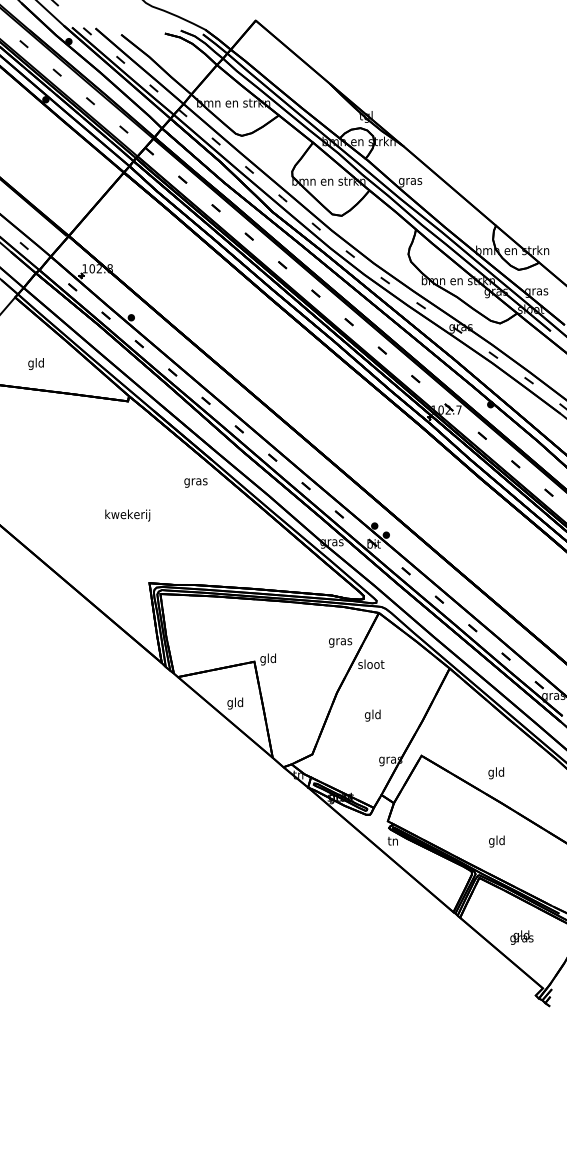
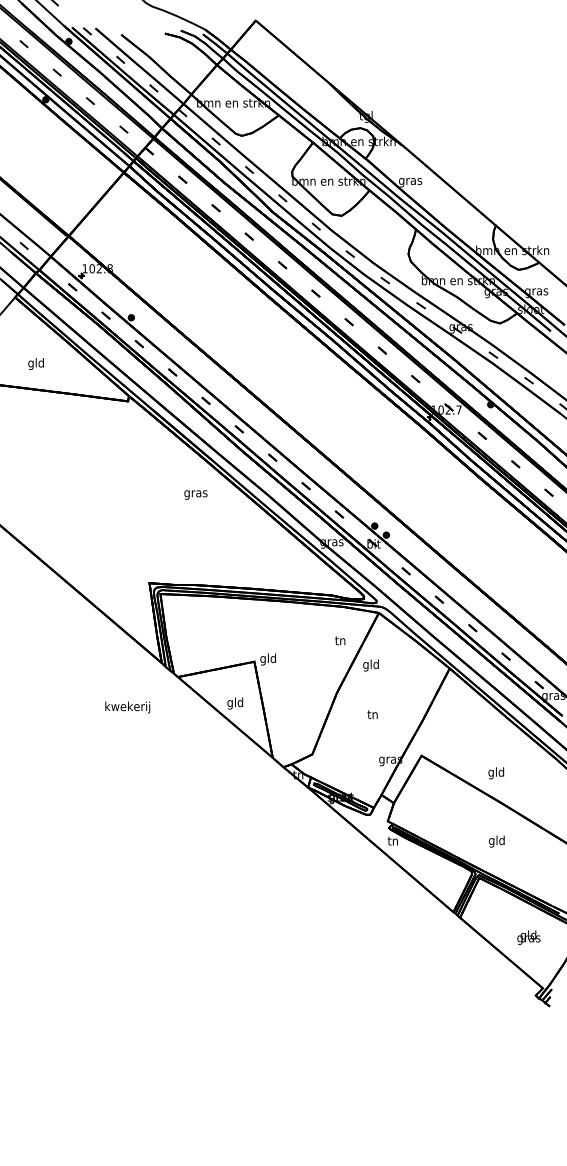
text at (195, 482) position: (195, 482) -> (195, 494)
text at (127, 515) position: (127, 515) -> (127, 707)
text at (340, 641): gras -> tn
text at (371, 665): sloot -> gld
text at (372, 715): gld -> tn
text at (521, 937) position: (521, 937) -> (528, 937)
